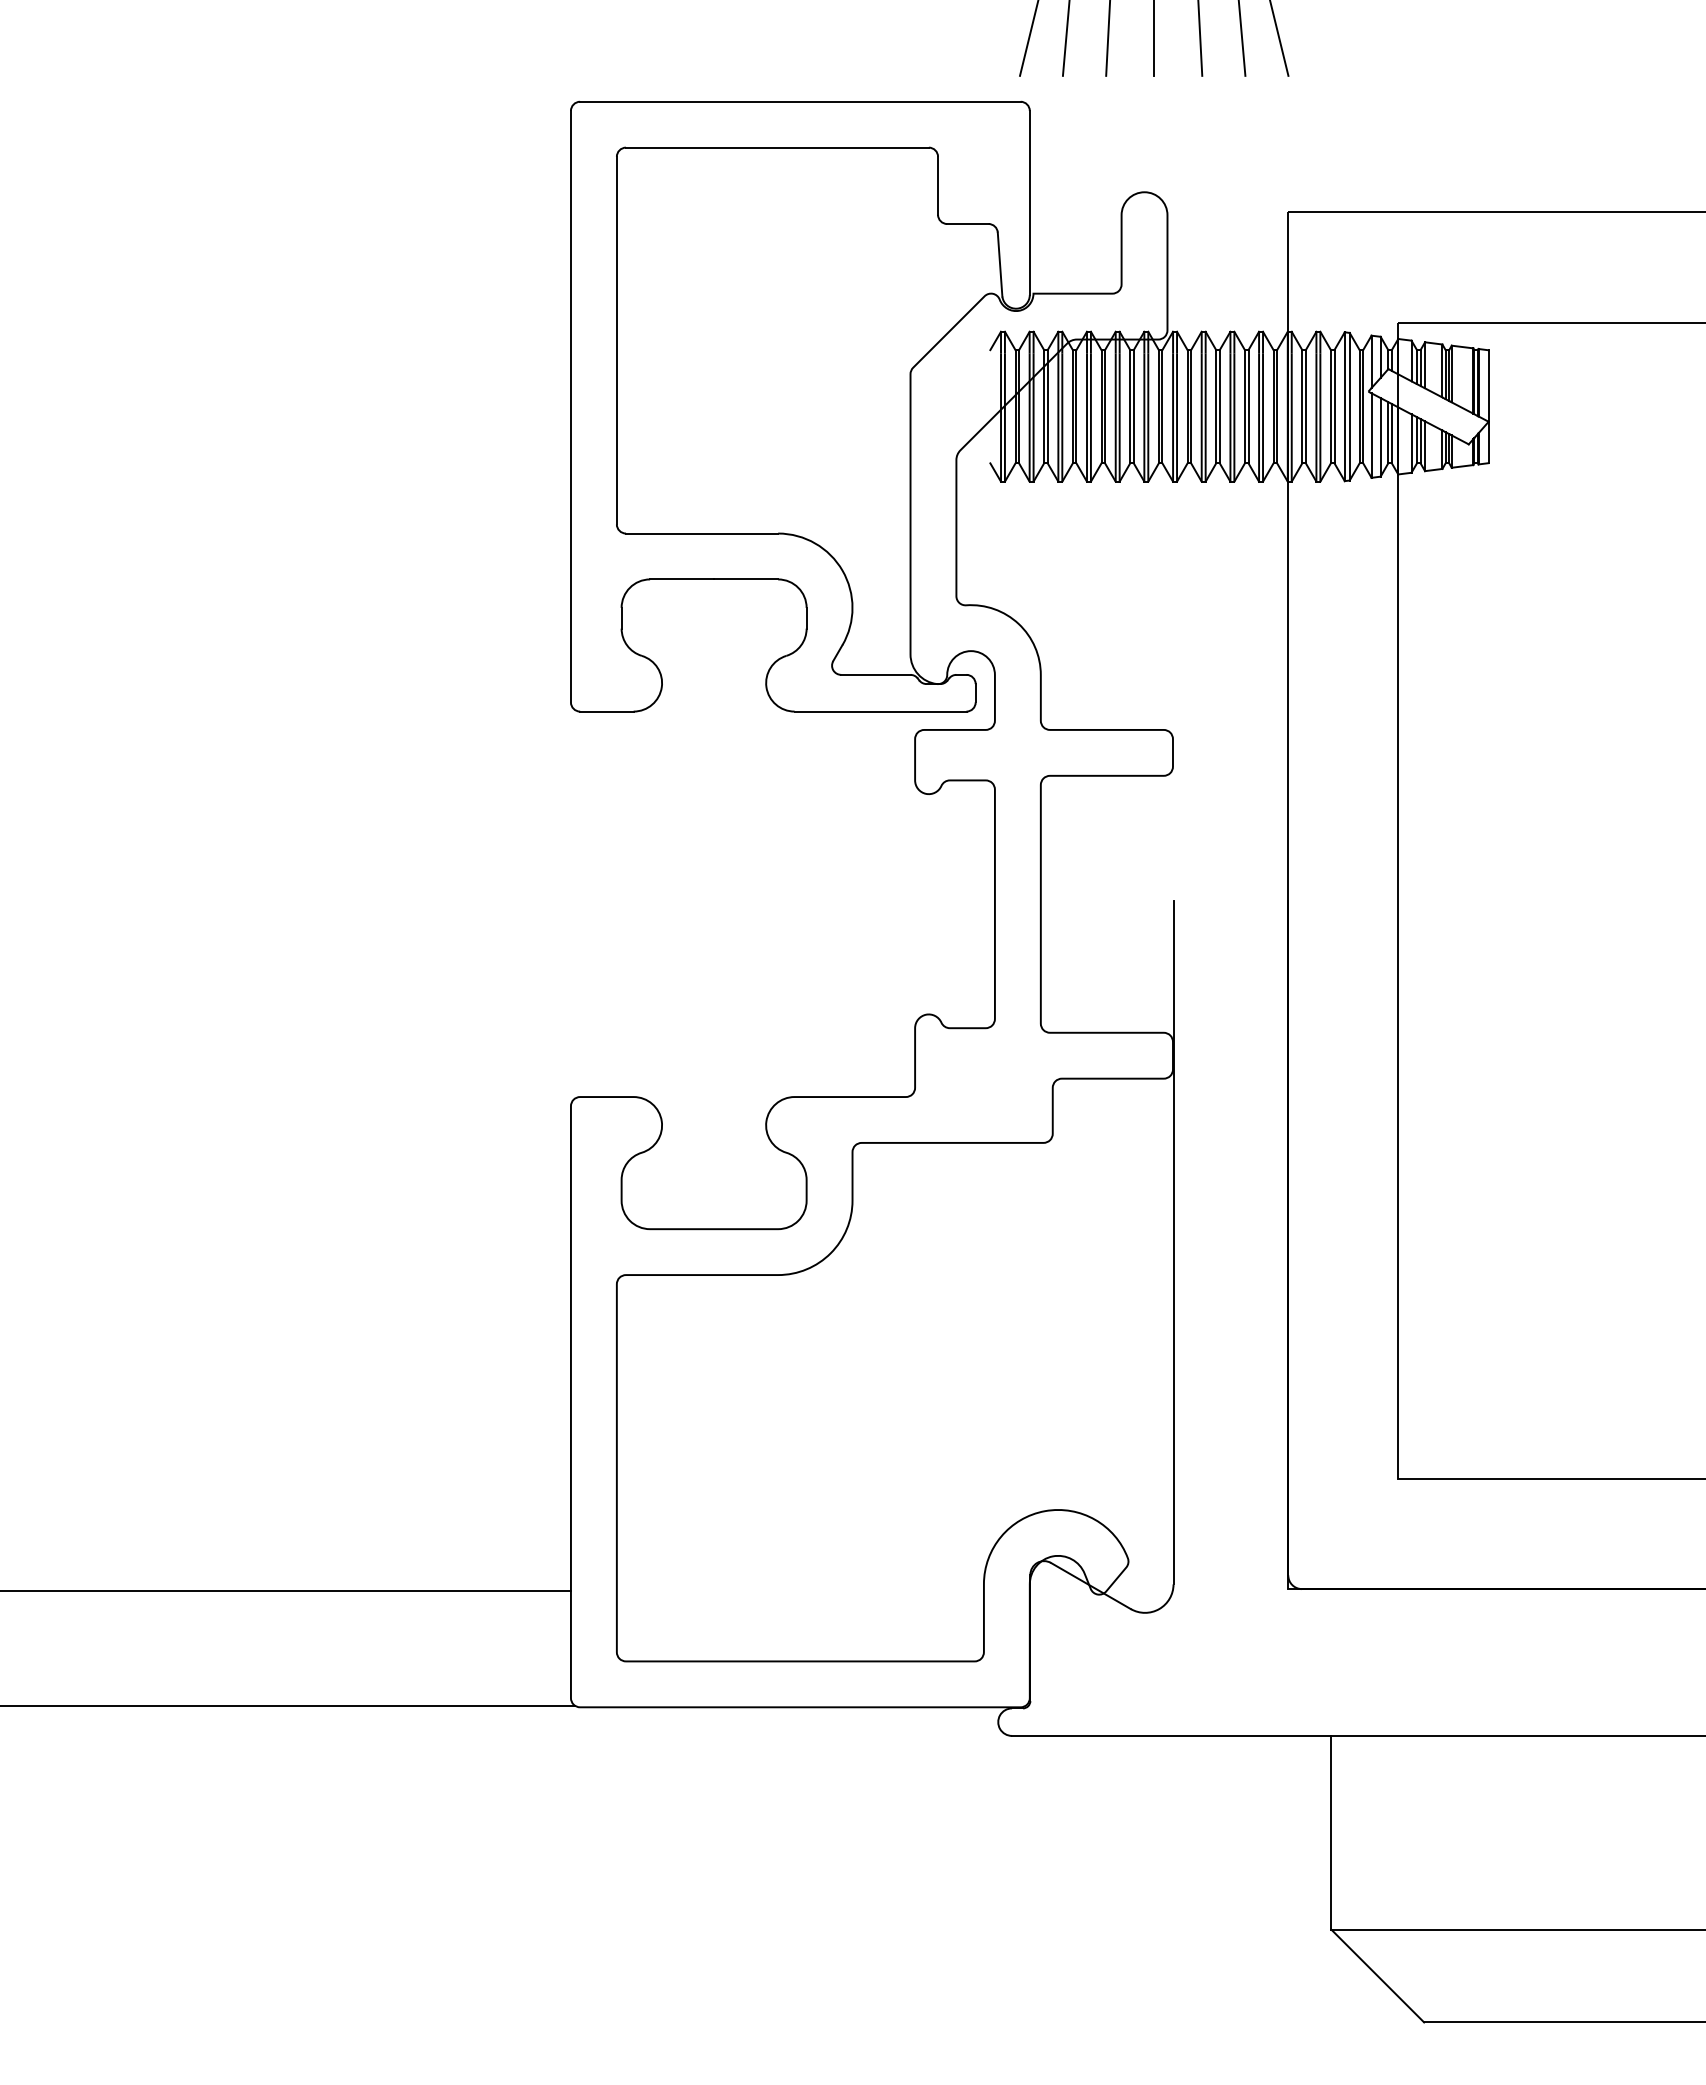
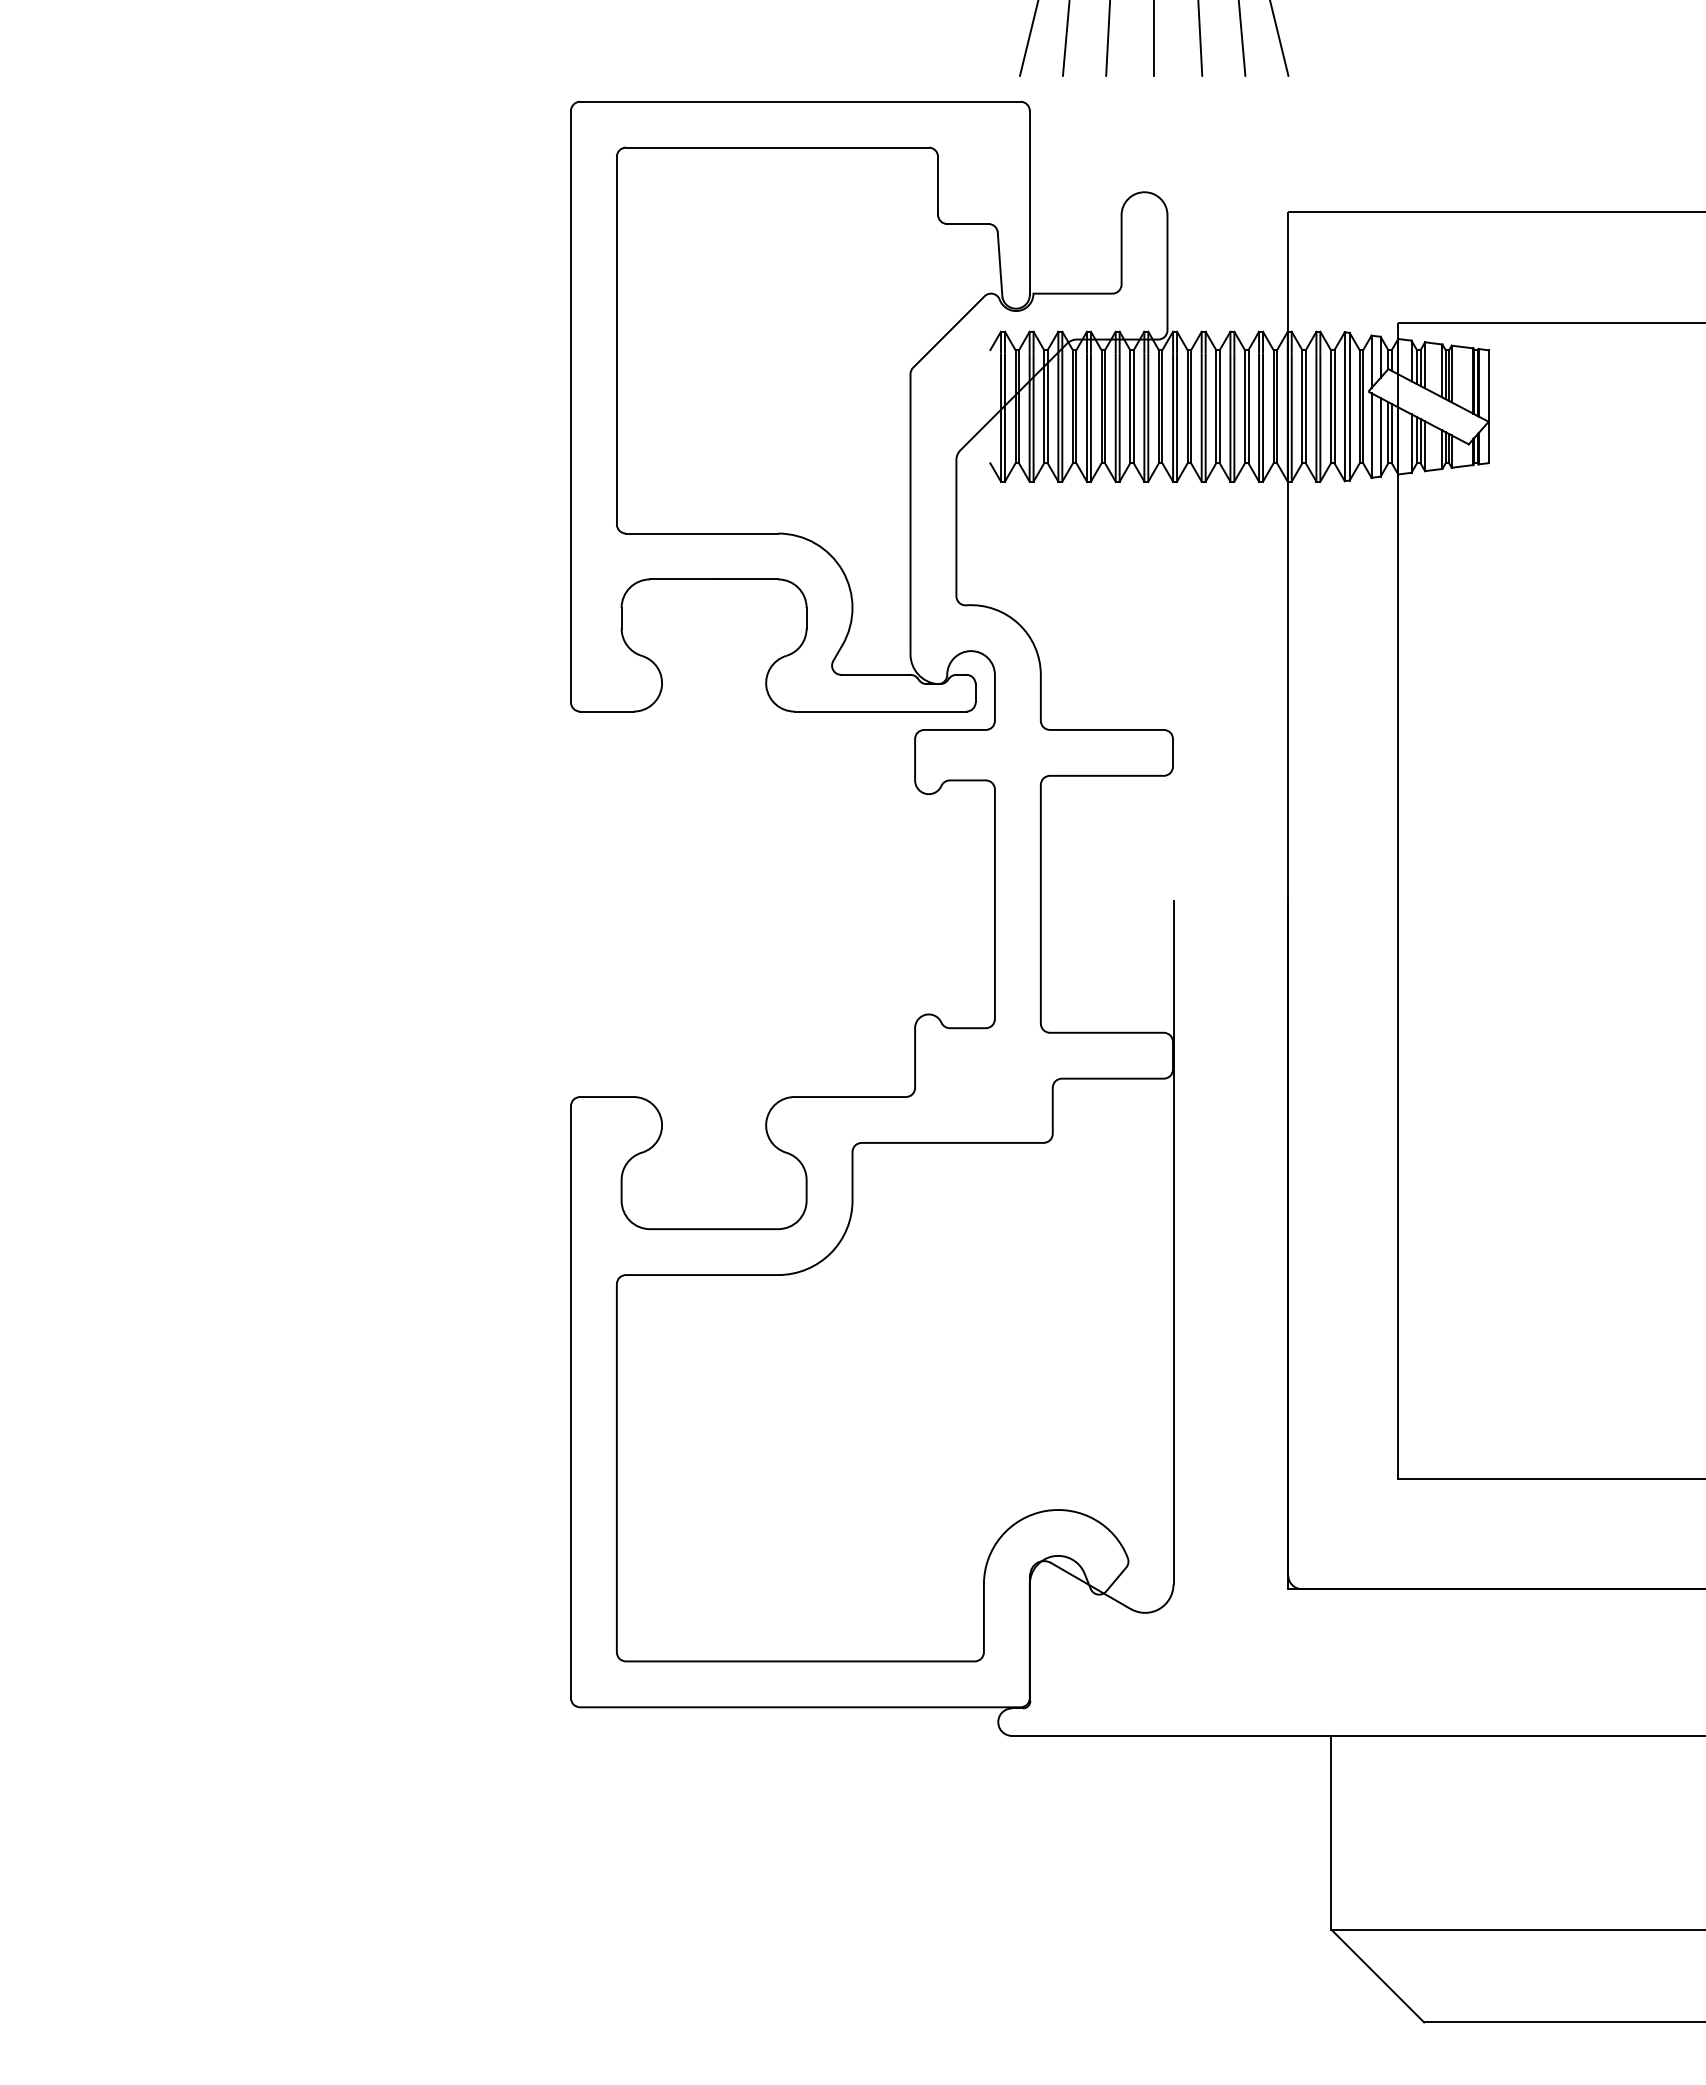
line at (286, 1590): present -> none
line at (288, 1705): present -> none
